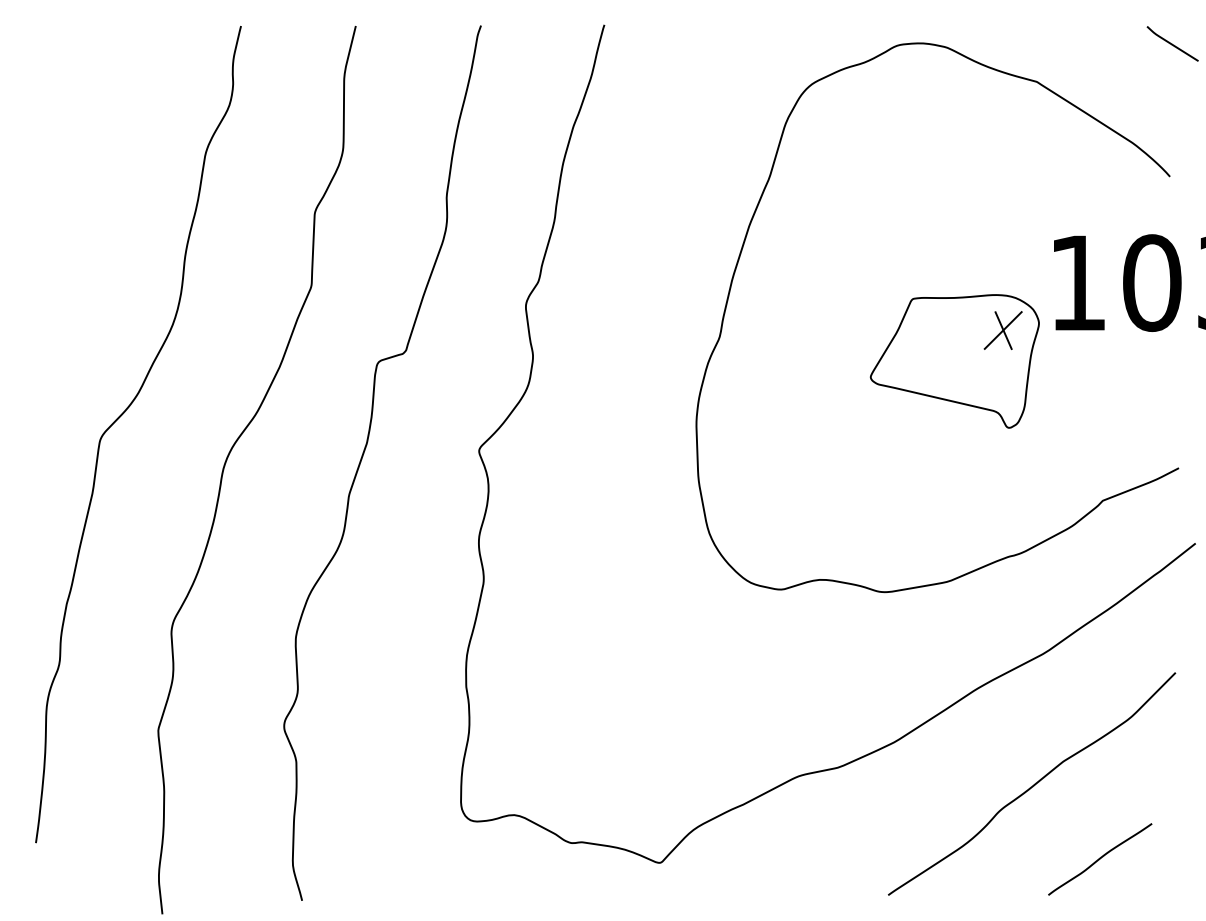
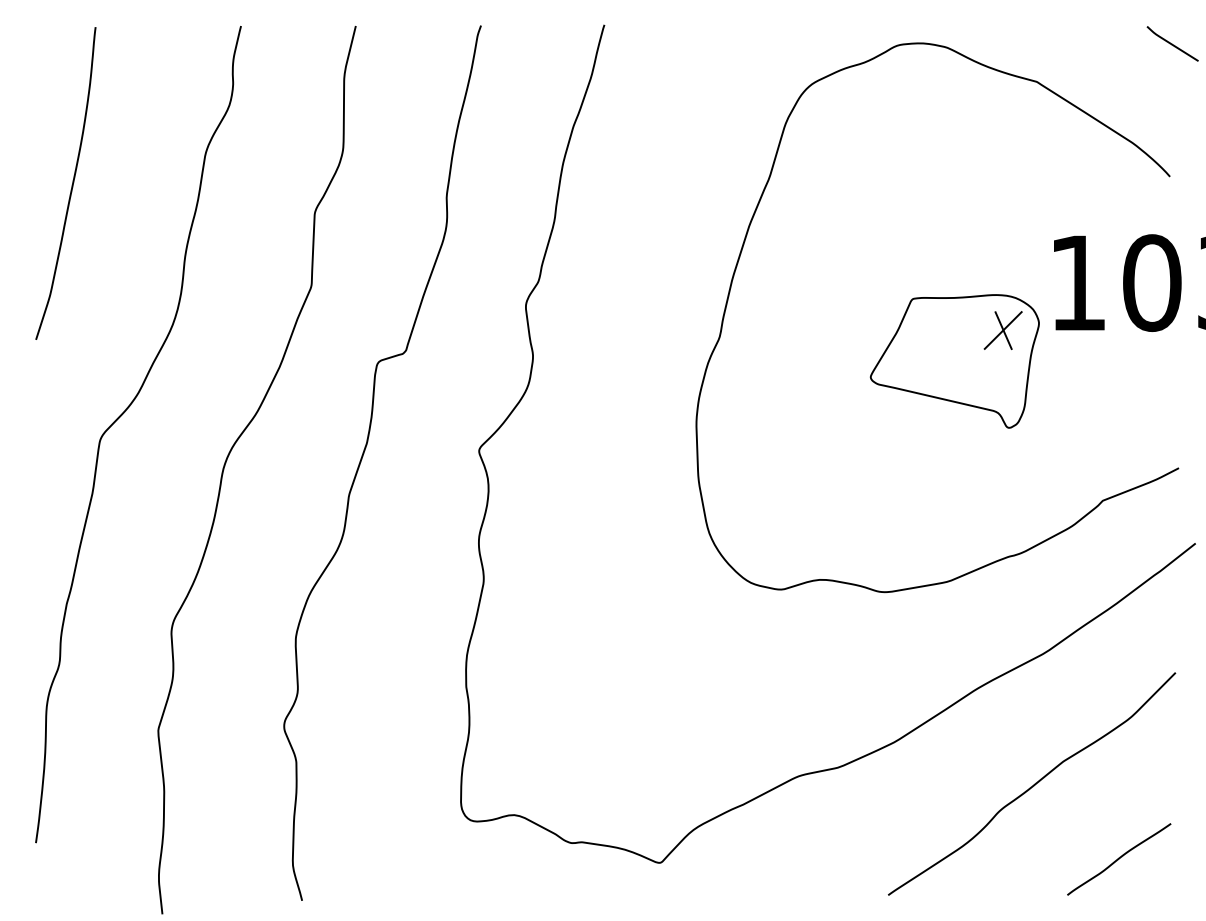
curve at (71, 185): none -> present
curve at (1100, 859) position: (1100, 859) -> (1119, 859)
